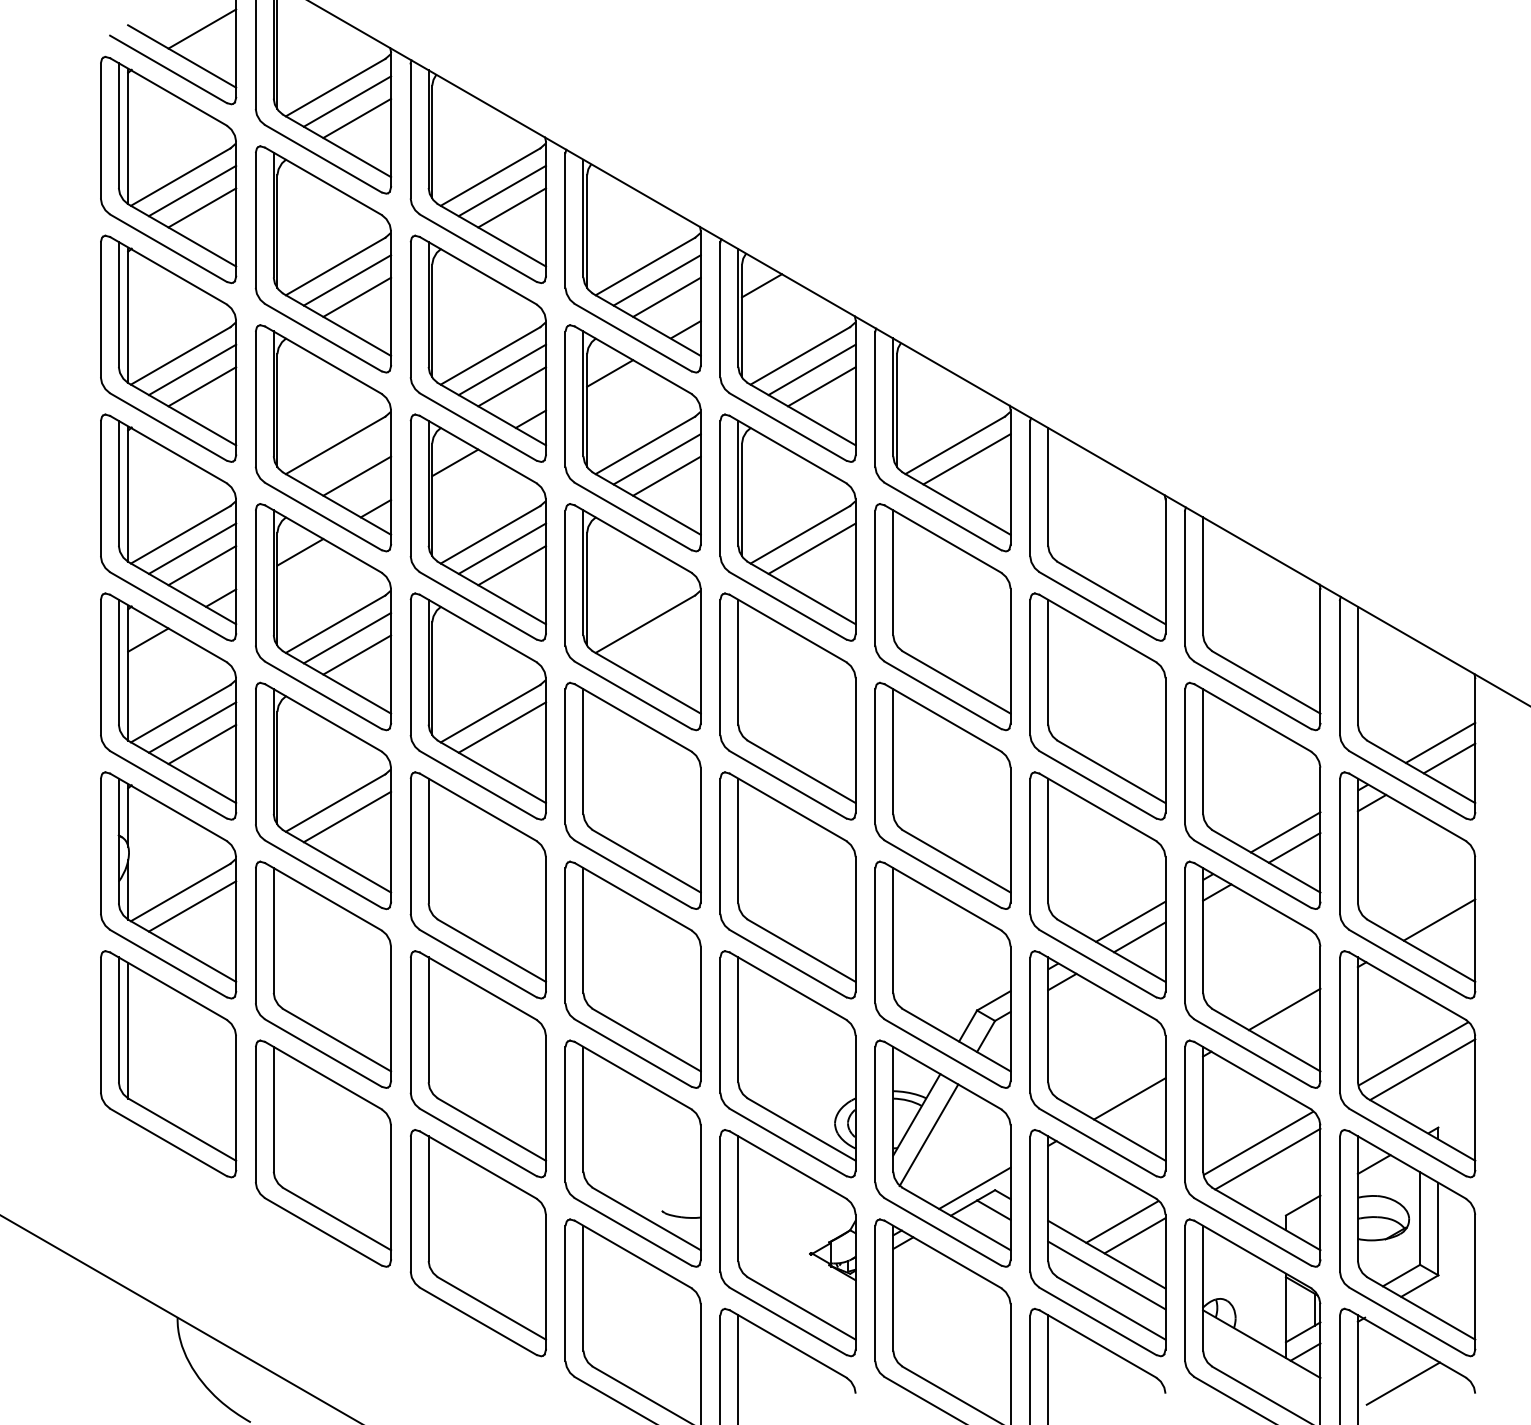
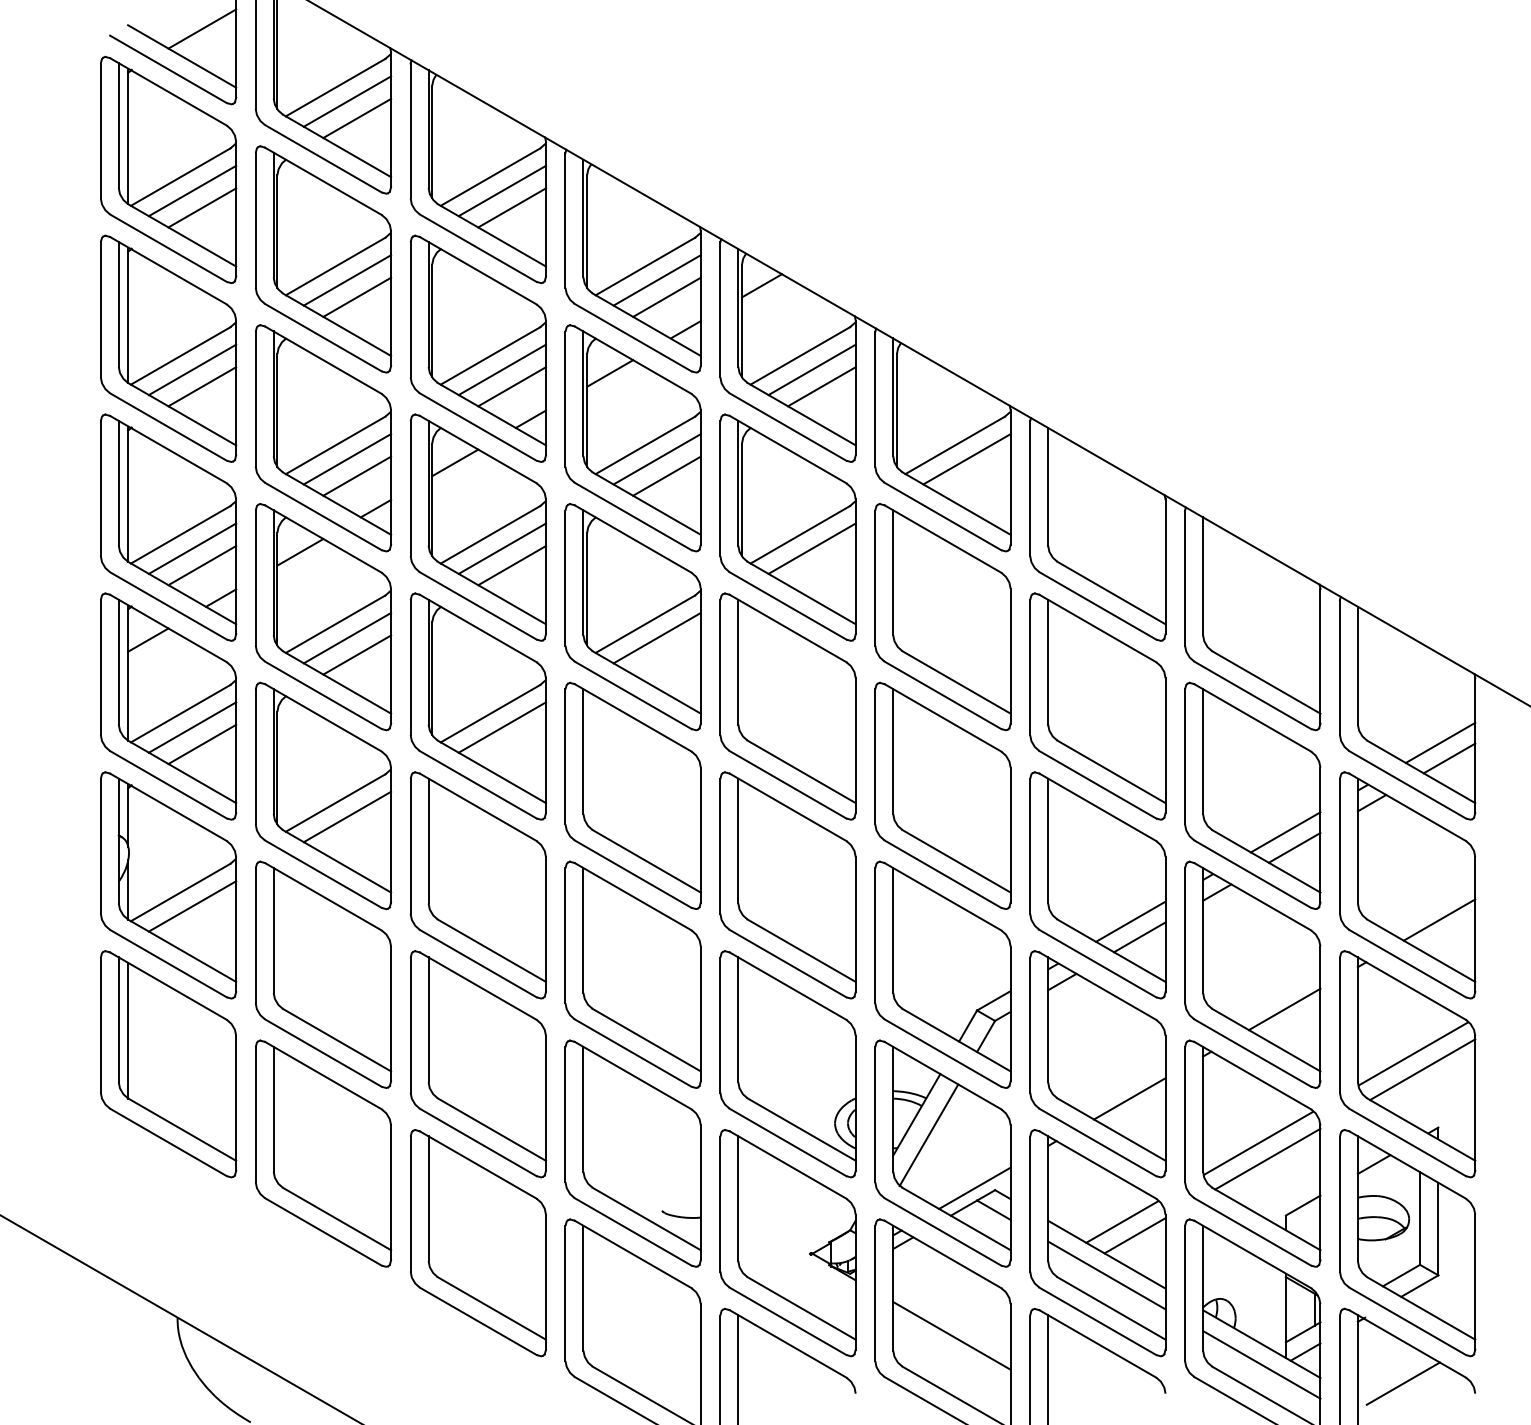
line at (347, 459): none -> present
line at (656, 637): none -> present
line at (951, 1335): none -> present
line at (1261, 1364): none -> present
